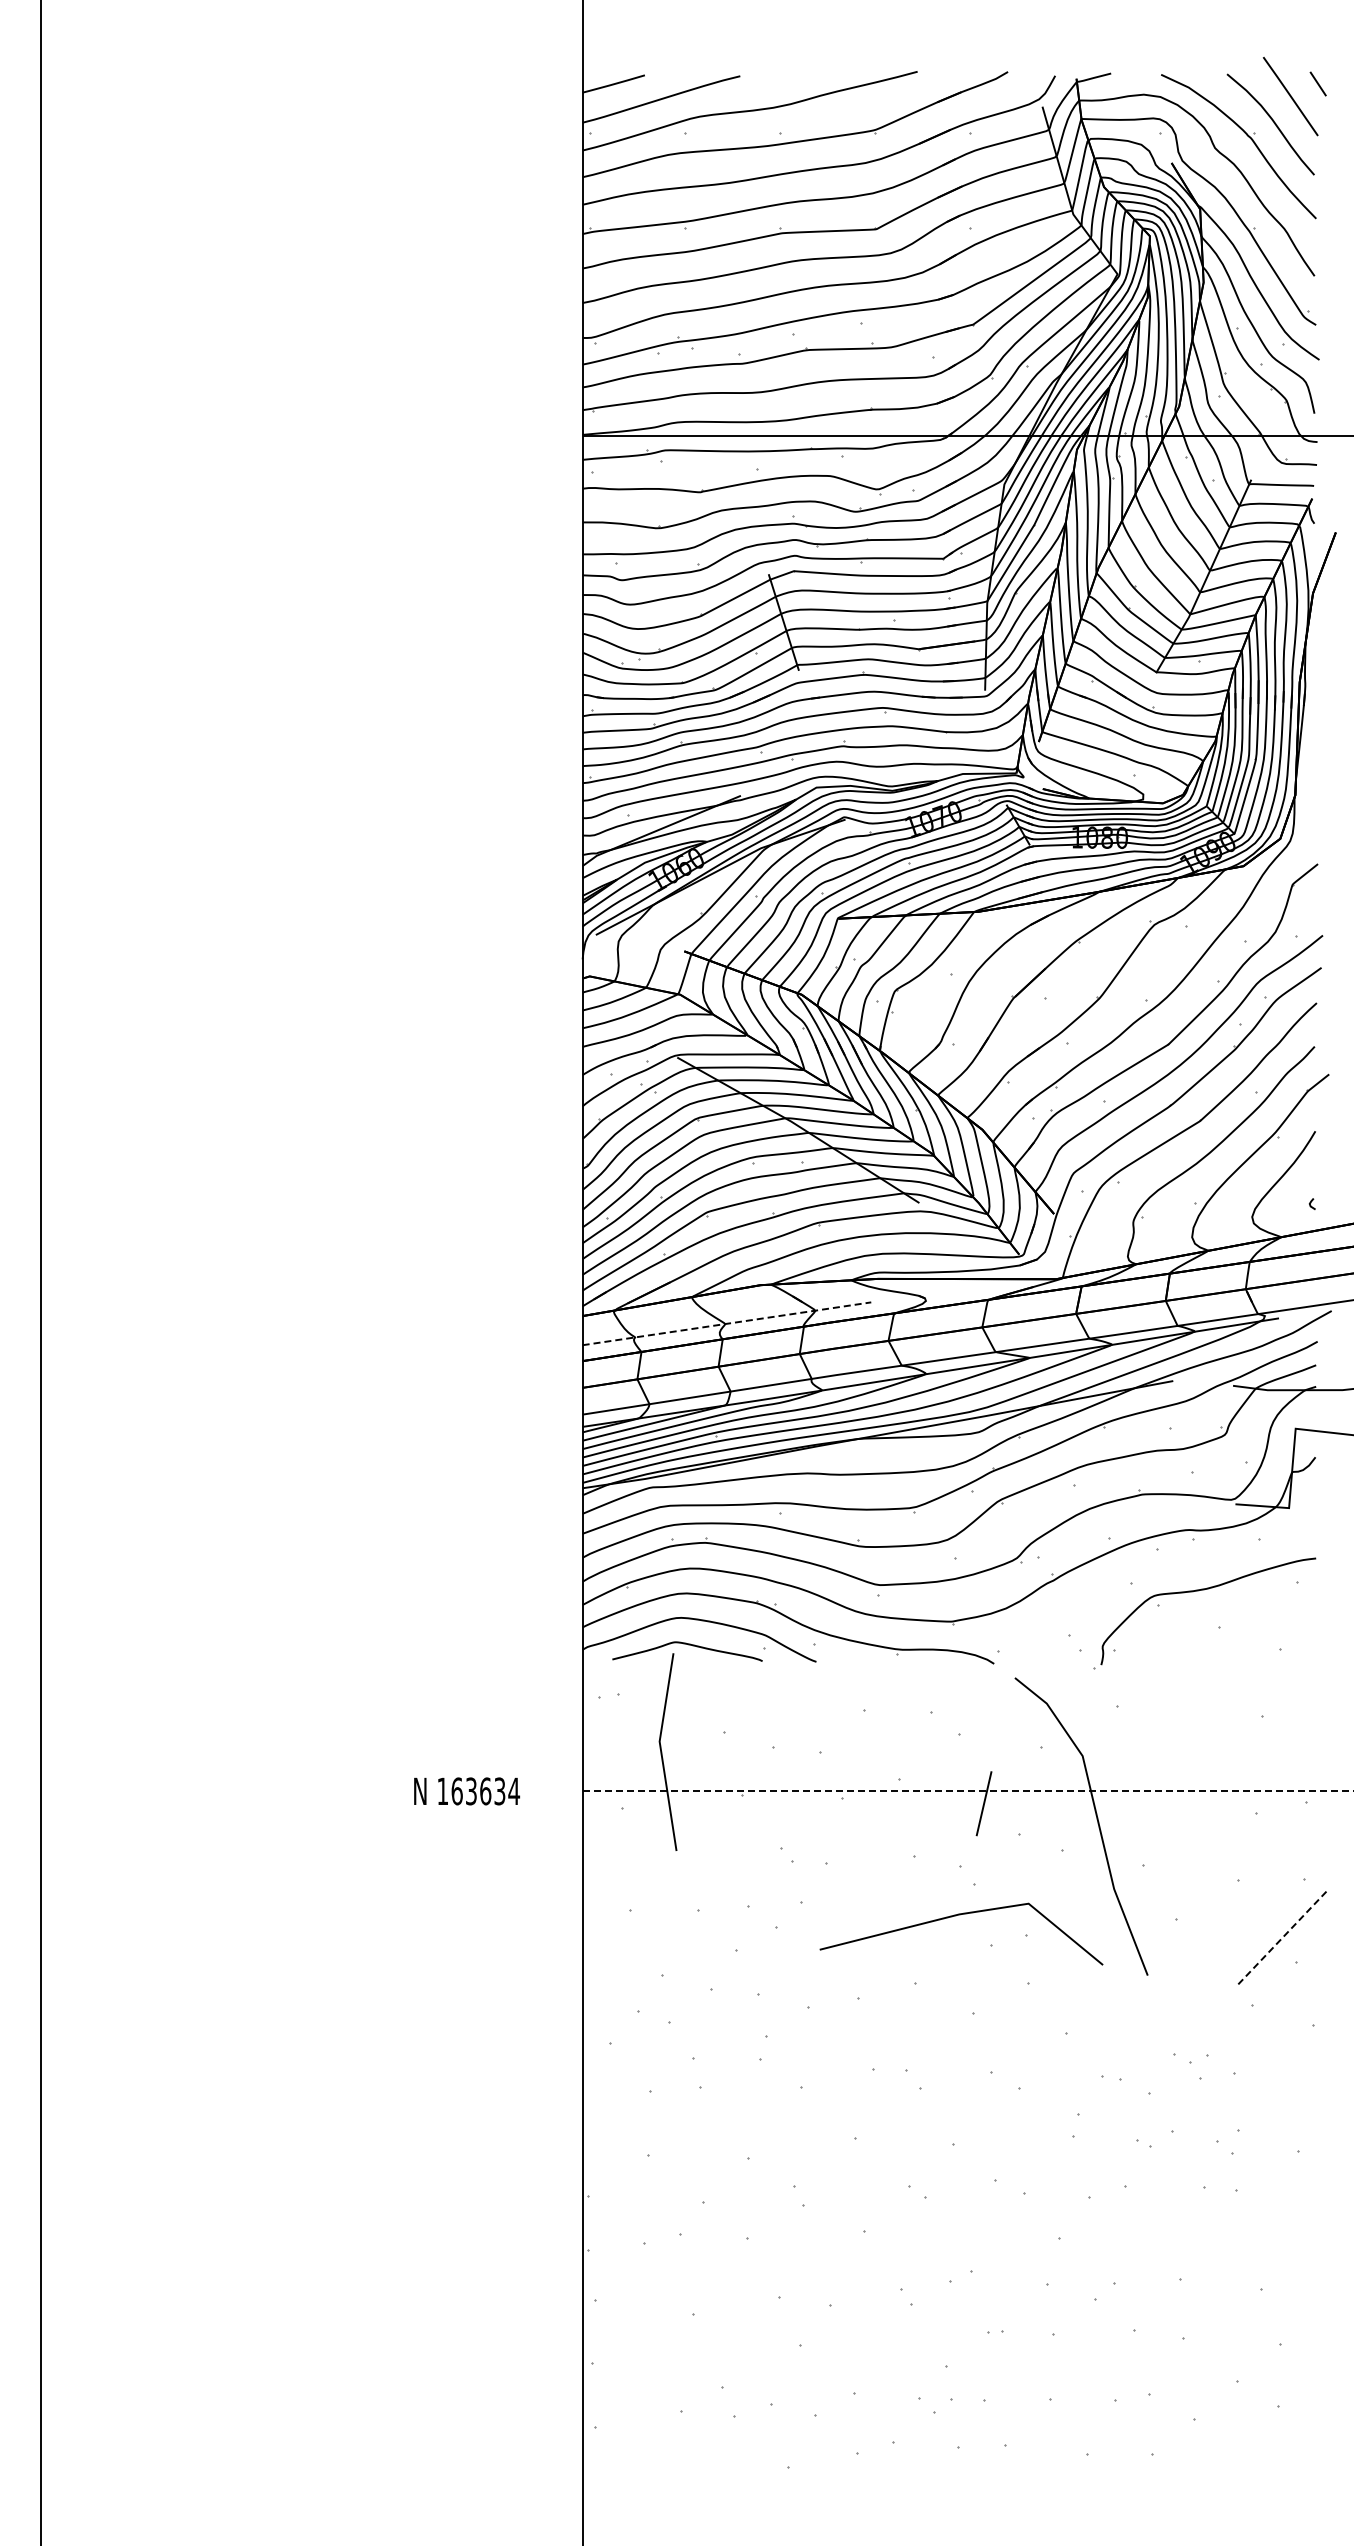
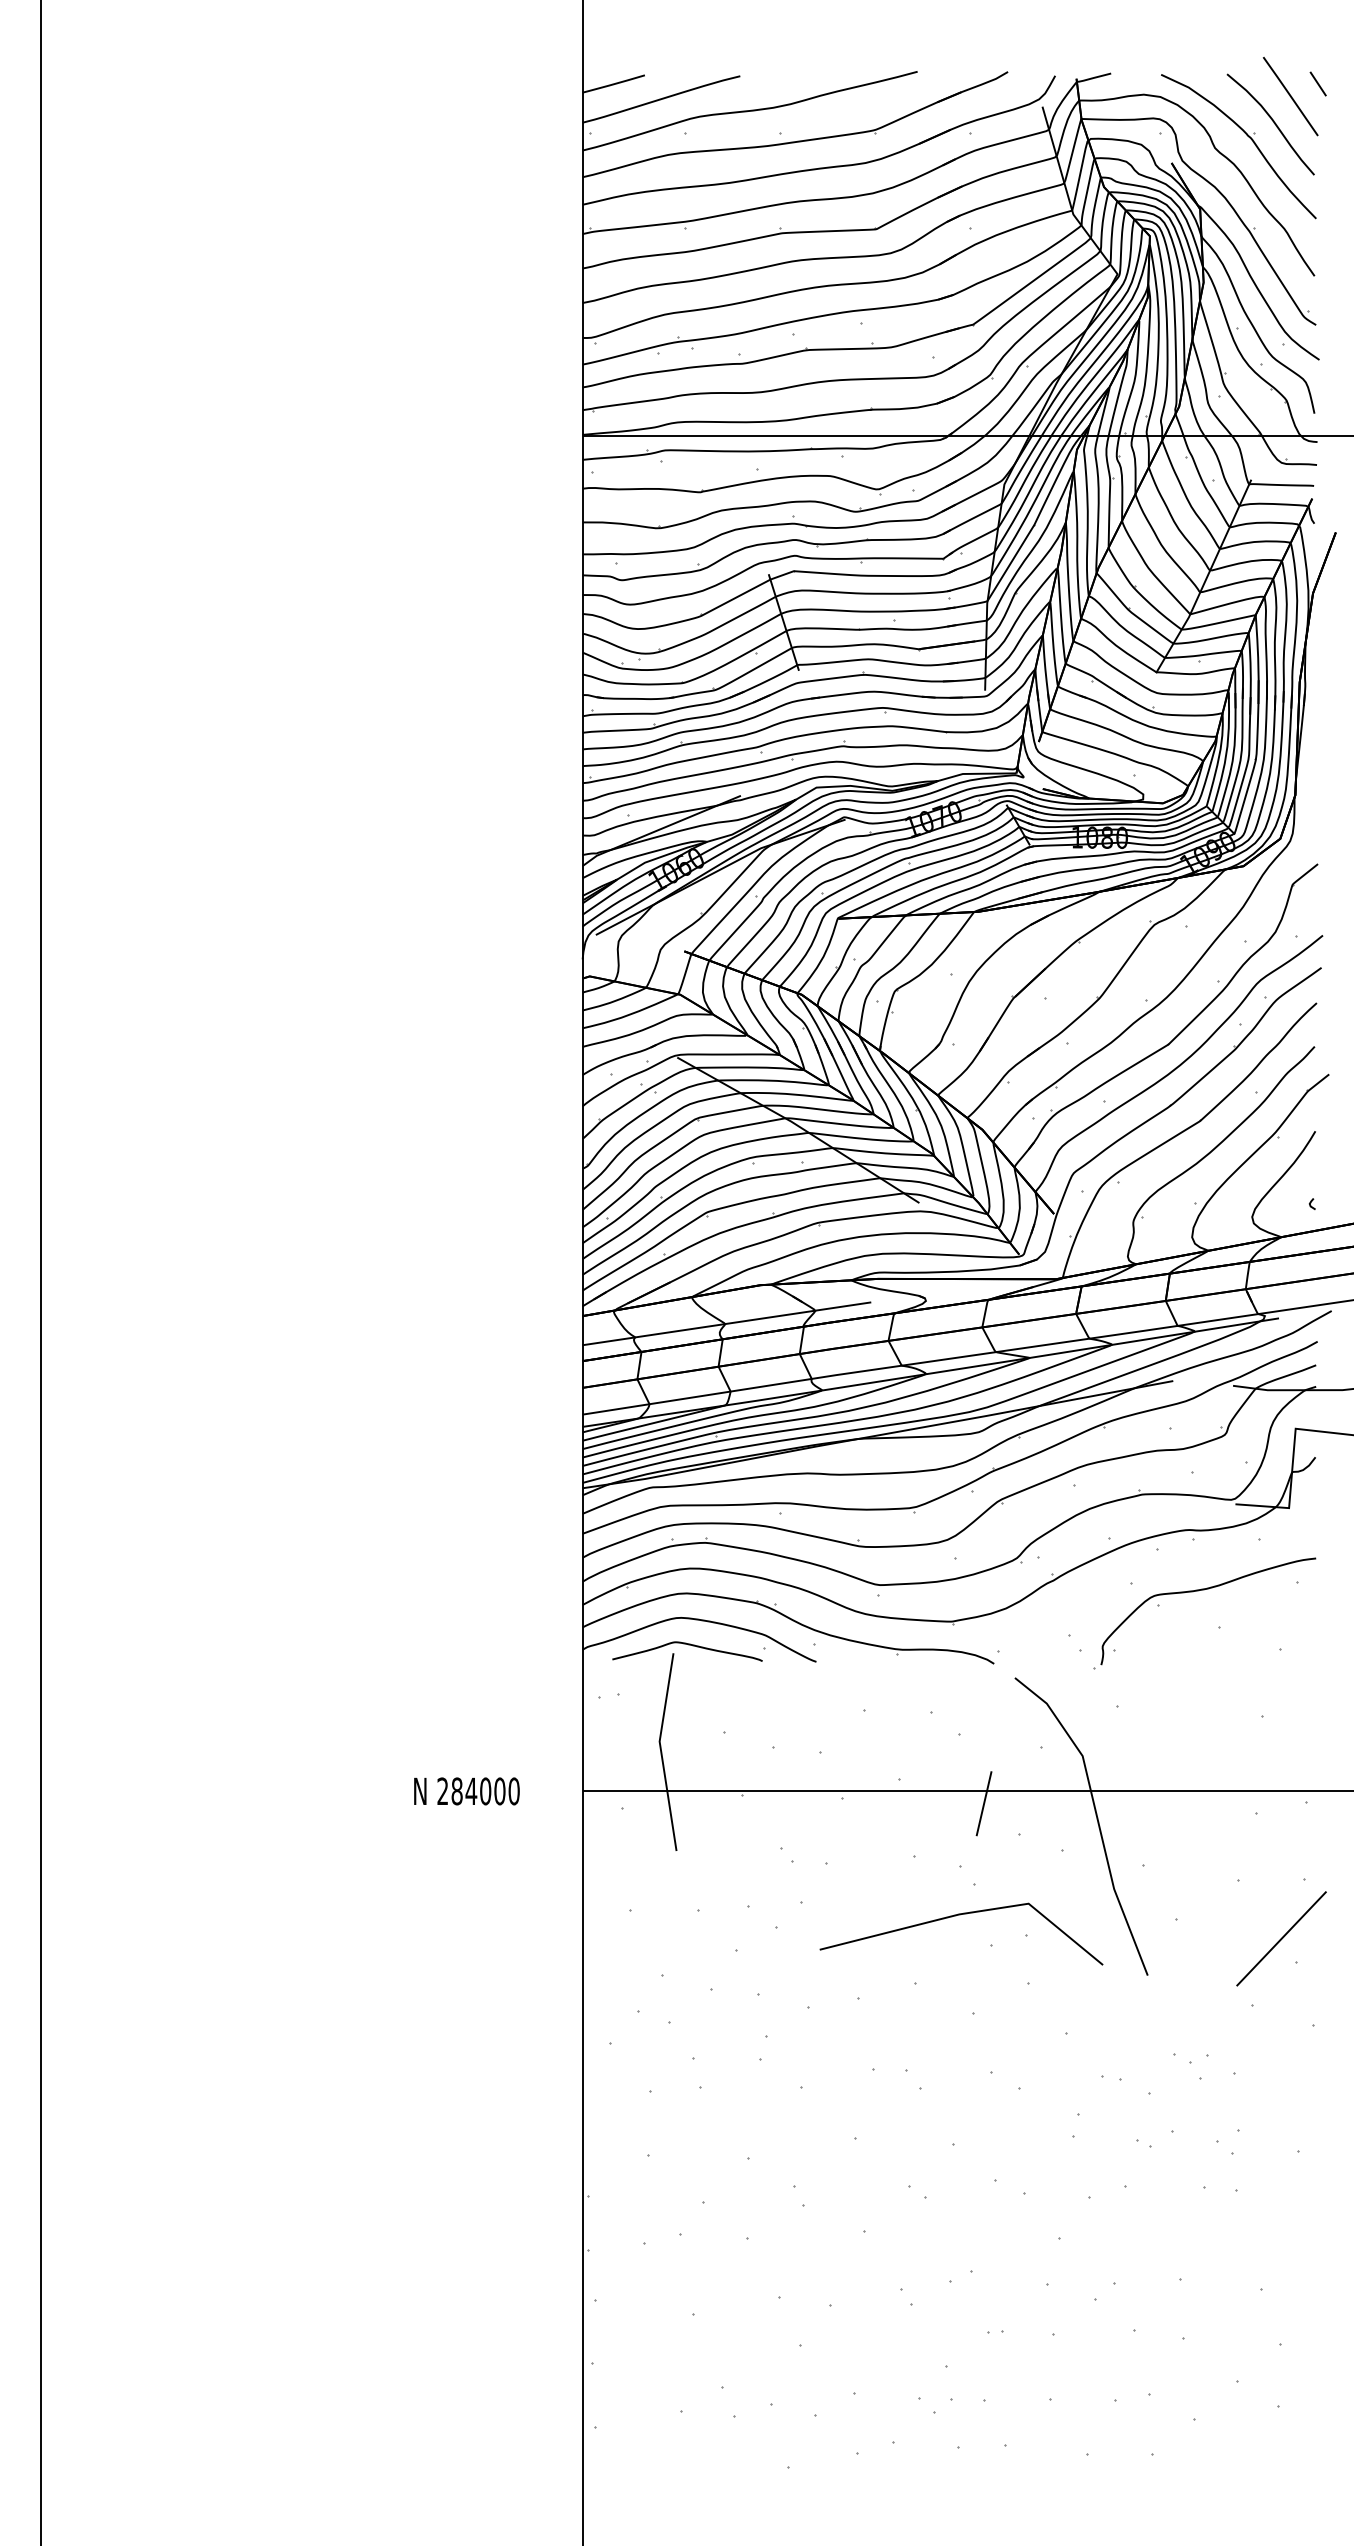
line at (726, 1323): dashed -> solid
text at (478, 1791): 163634 -> 284000
line at (967, 1791): dashed -> solid
line at (1281, 1939): dashed -> solid
